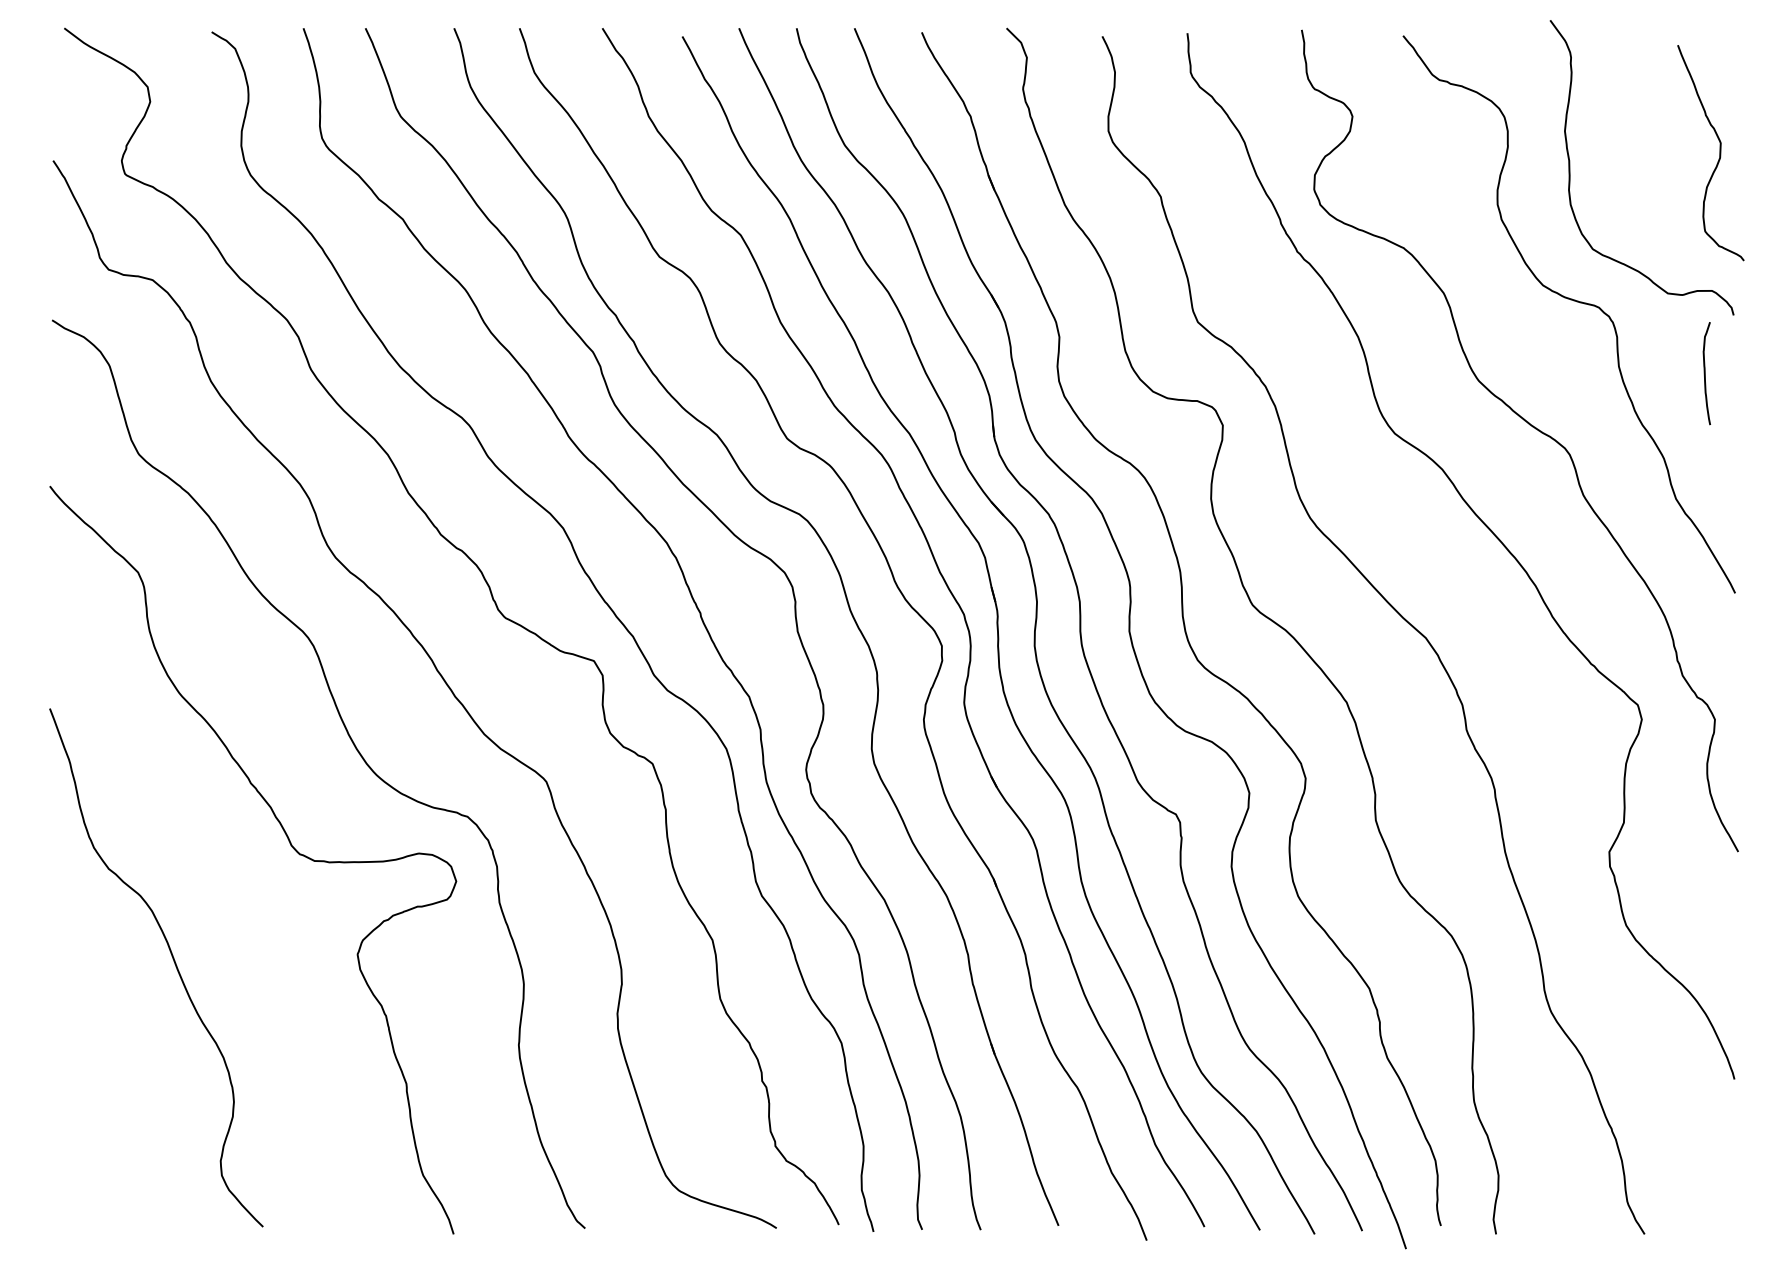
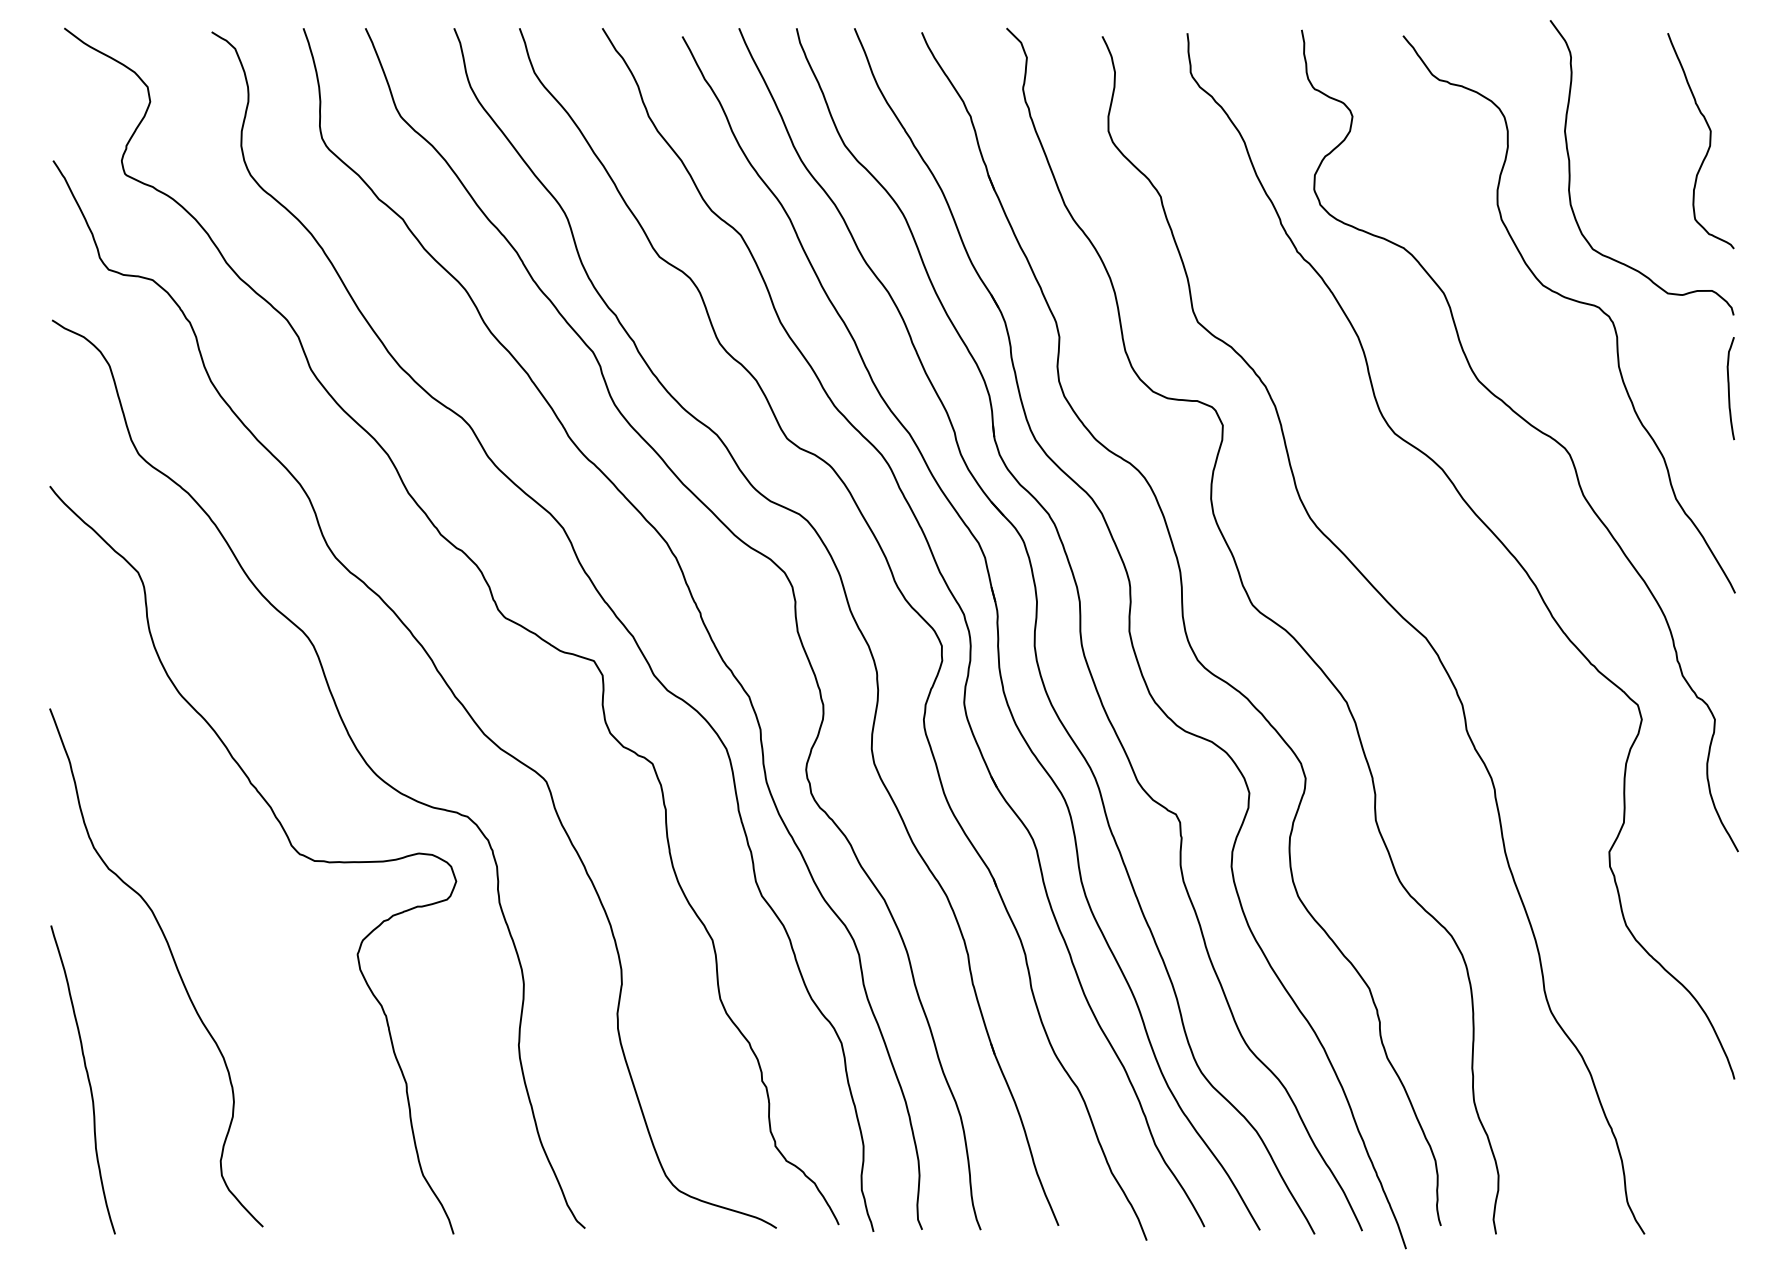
curve at (1719, 153) position: (1719, 153) -> (1709, 141)
curve at (1705, 373) position: (1705, 373) -> (1729, 388)
curve at (87, 1079): none -> present
